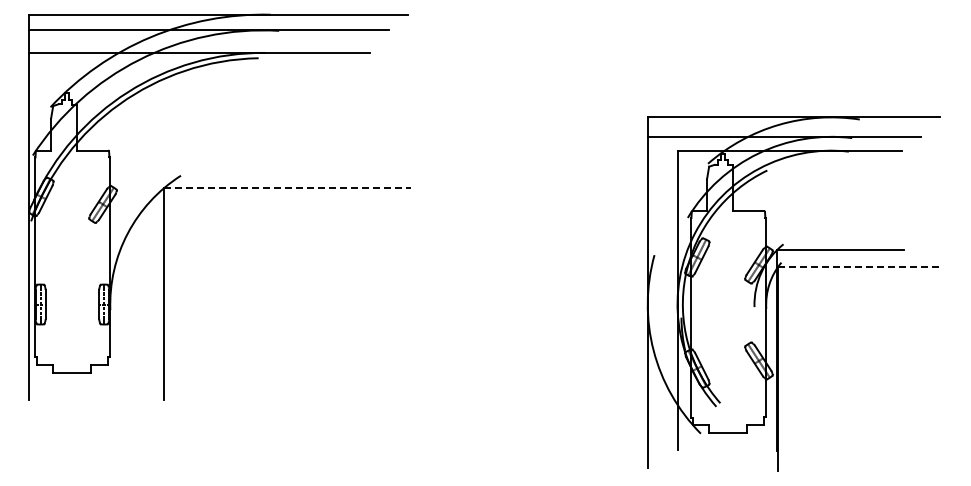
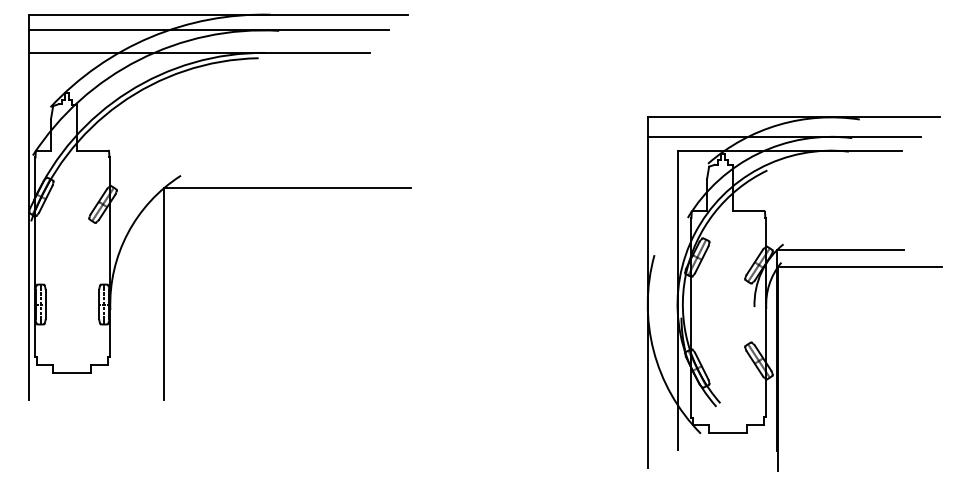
line at (287, 188): dashed -> solid
line at (859, 267): dashed -> solid
